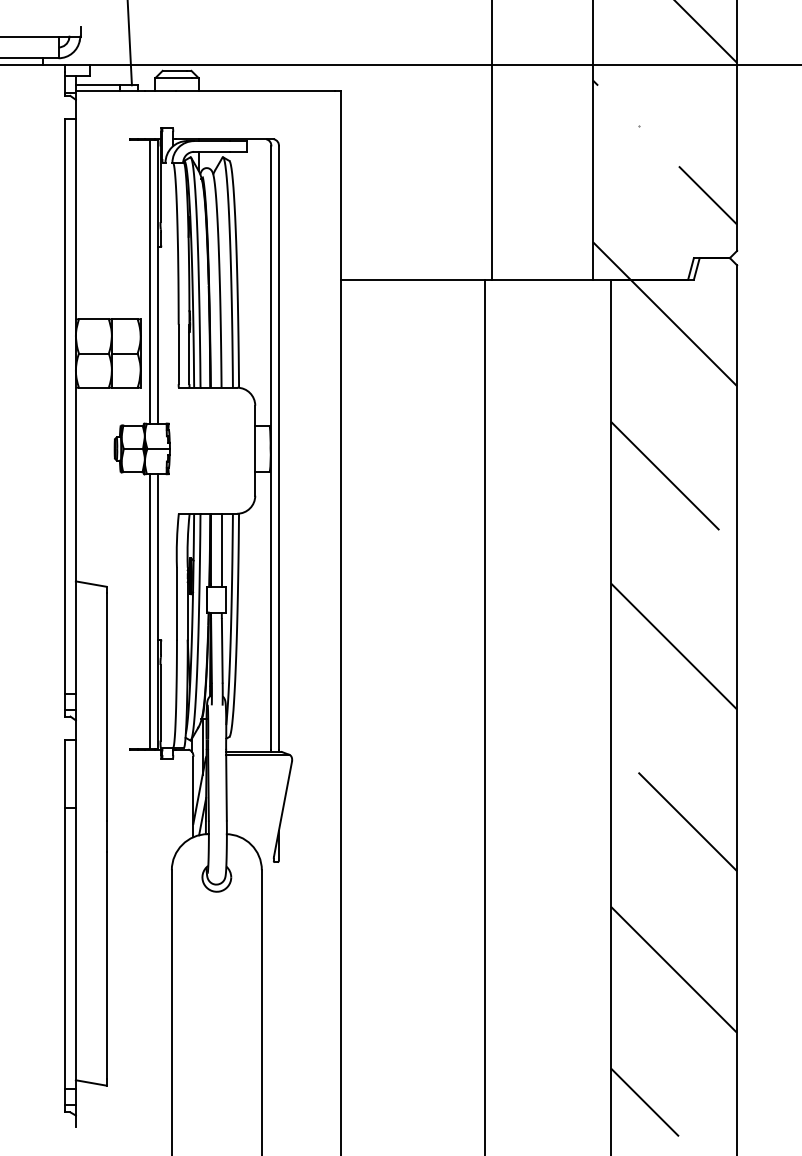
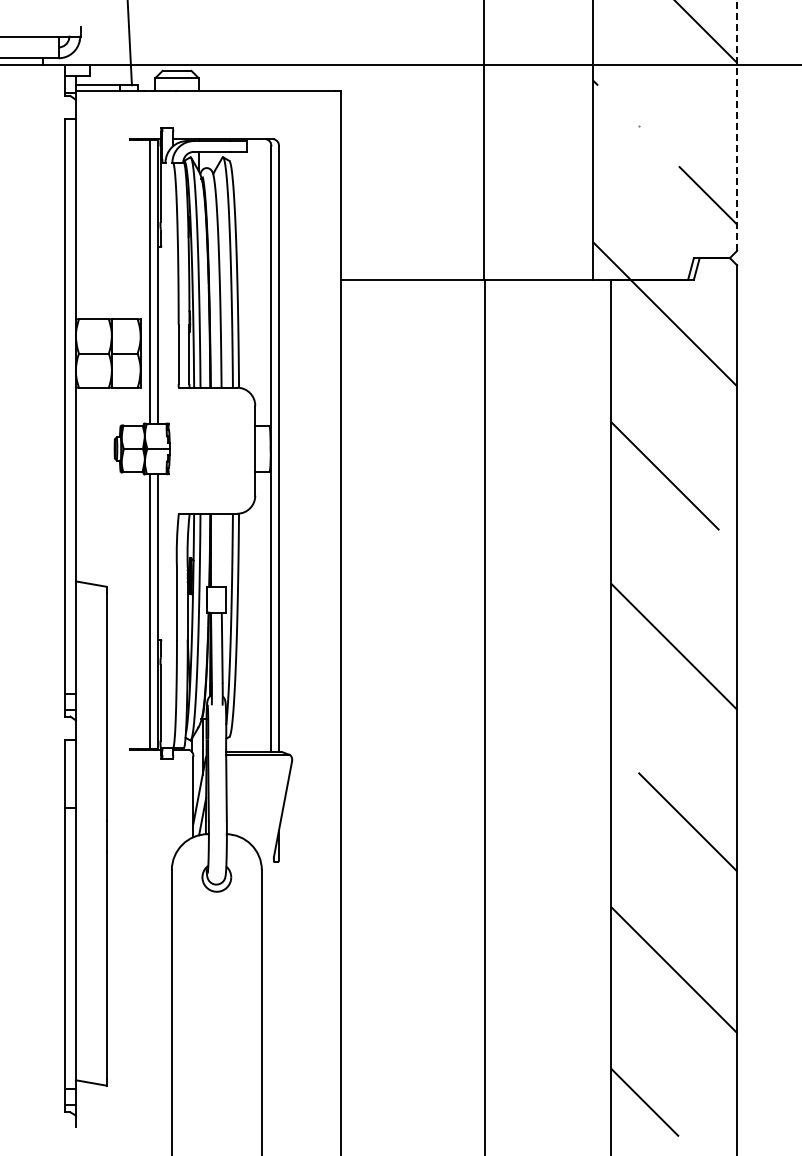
line at (737, 125): solid -> dashed
line at (492, 140) position: (492, 140) -> (484, 140)
line at (221, 550): present -> none
